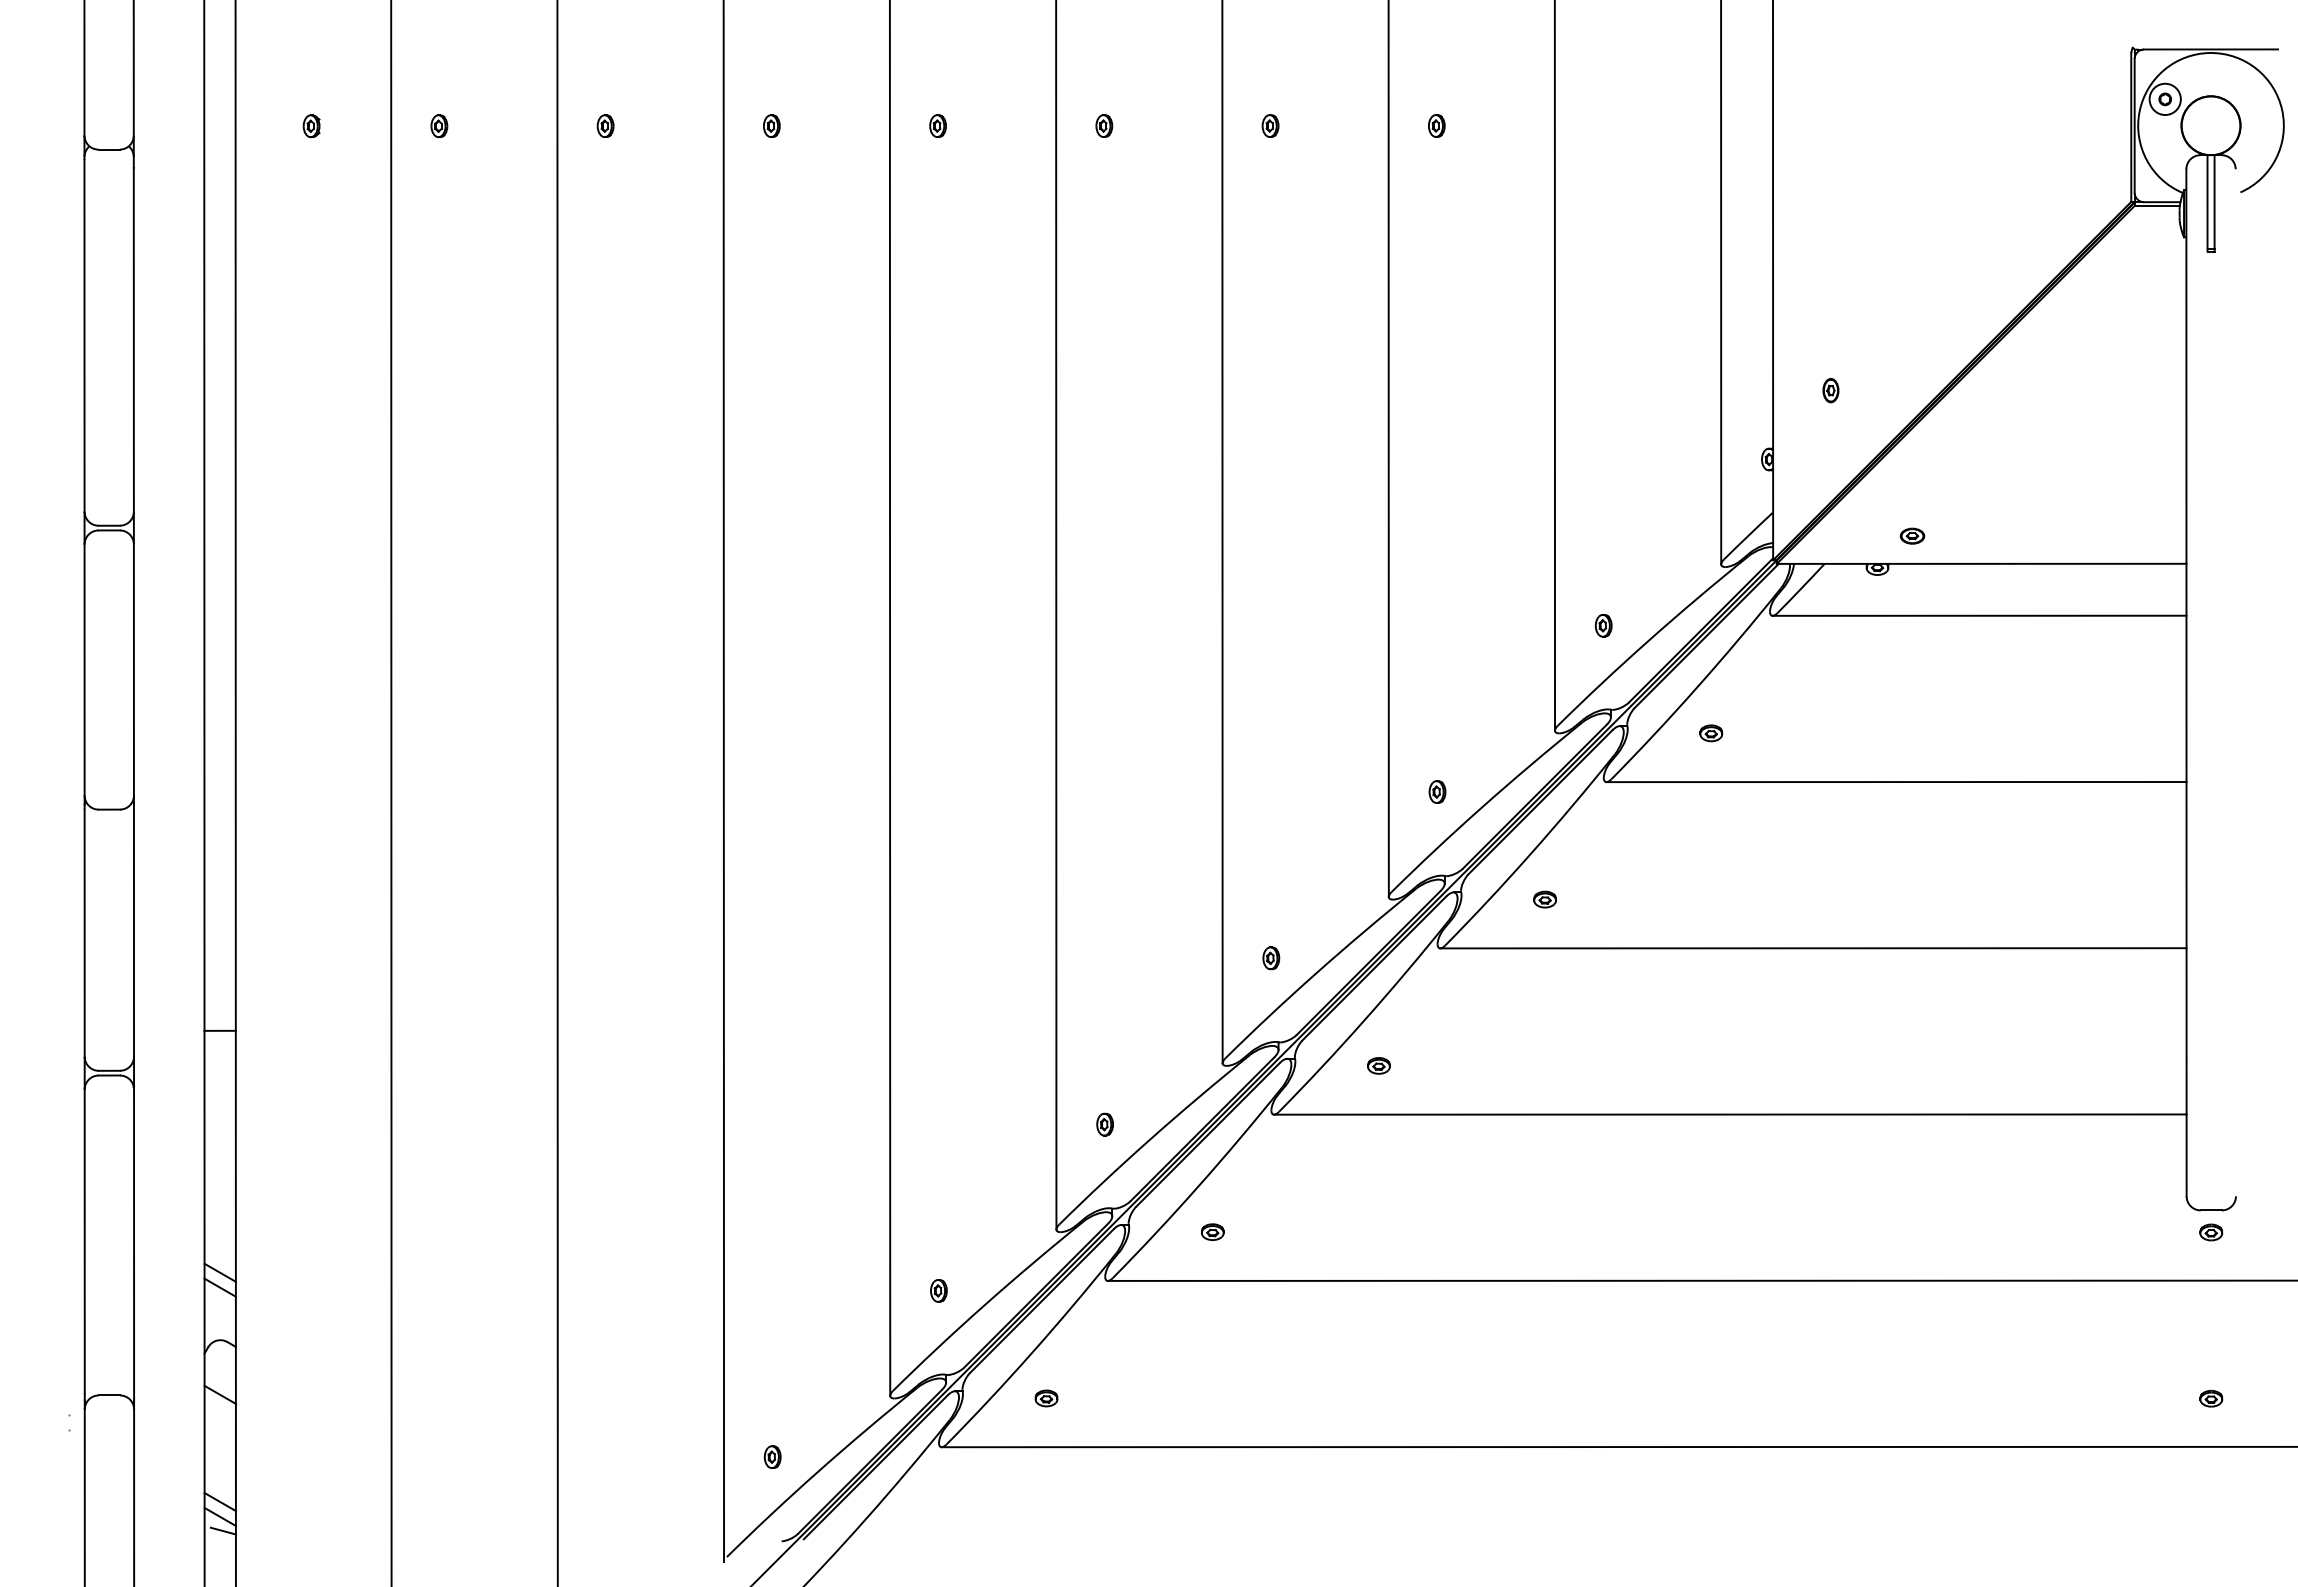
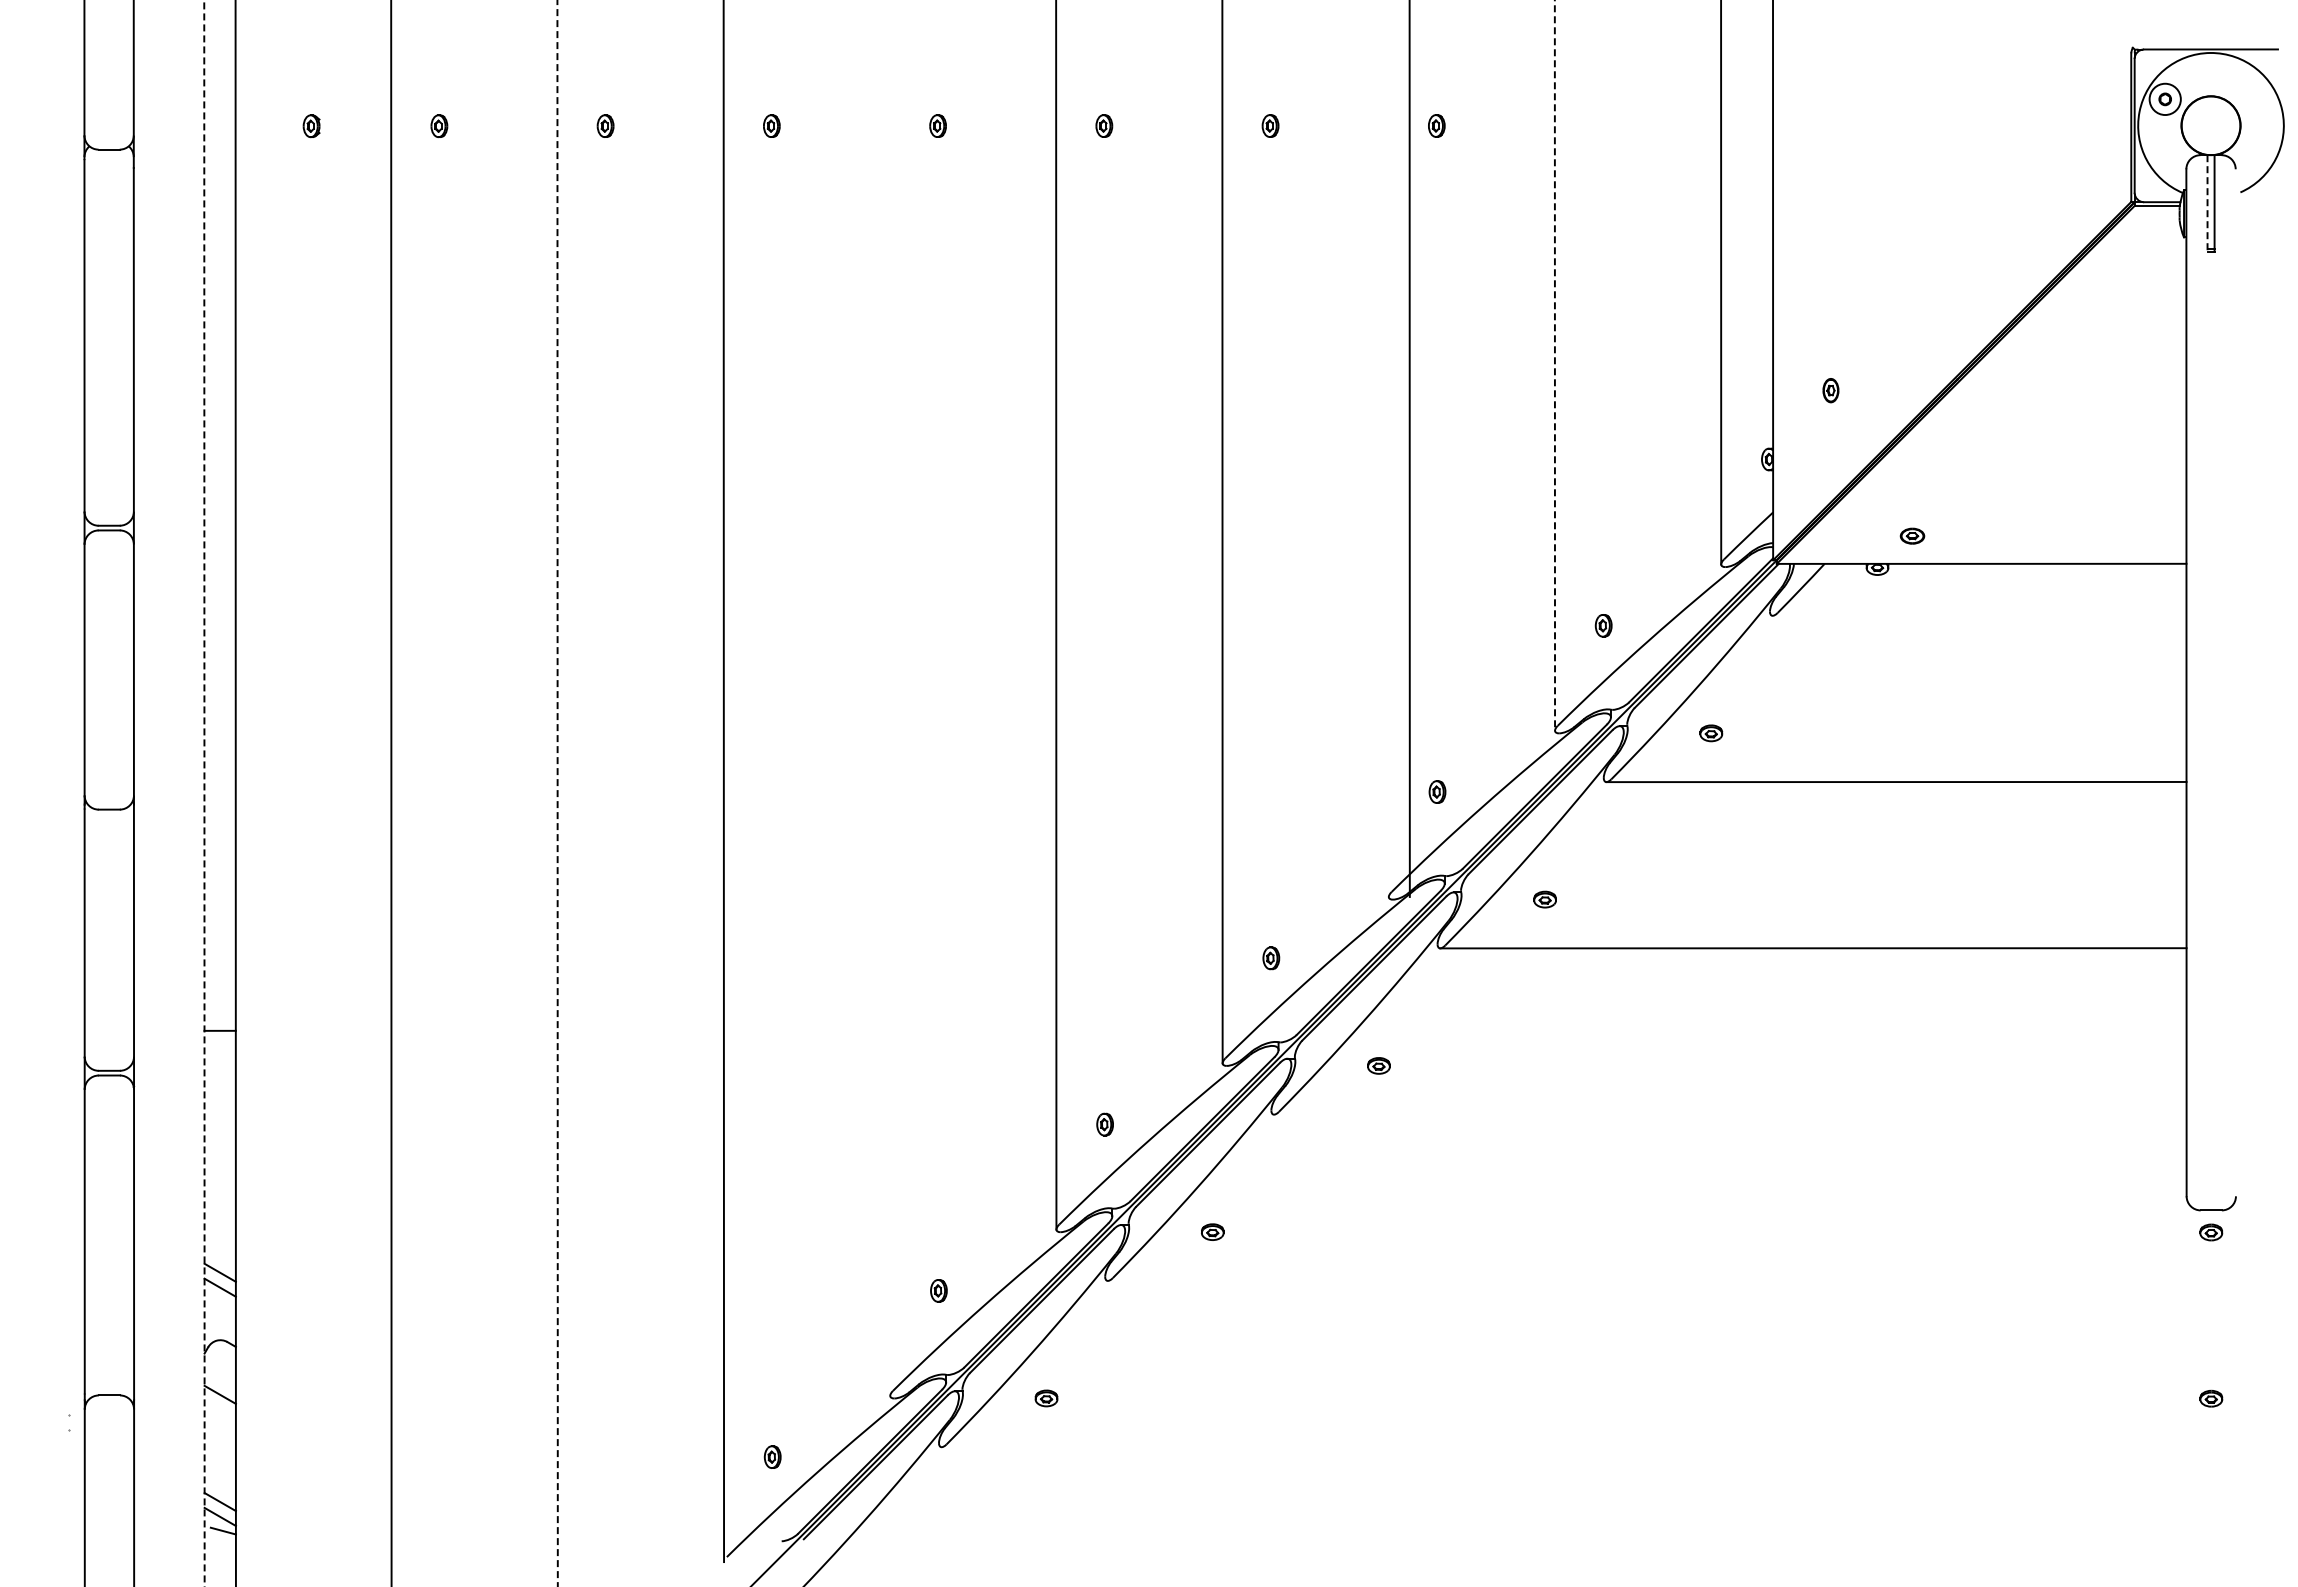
line at (2207, 203): solid -> dashed
line at (1554, 365): solid -> dashed
line at (1388, 449) position: (1388, 449) -> (1409, 449)
line at (1979, 615): present -> none
line at (889, 698): present -> none
line at (204, 793): solid -> dashed
line at (557, 793): solid -> dashed
line at (1730, 1114): present -> none
line at (1700, 1280): present -> none
line at (1617, 1446): present -> none
